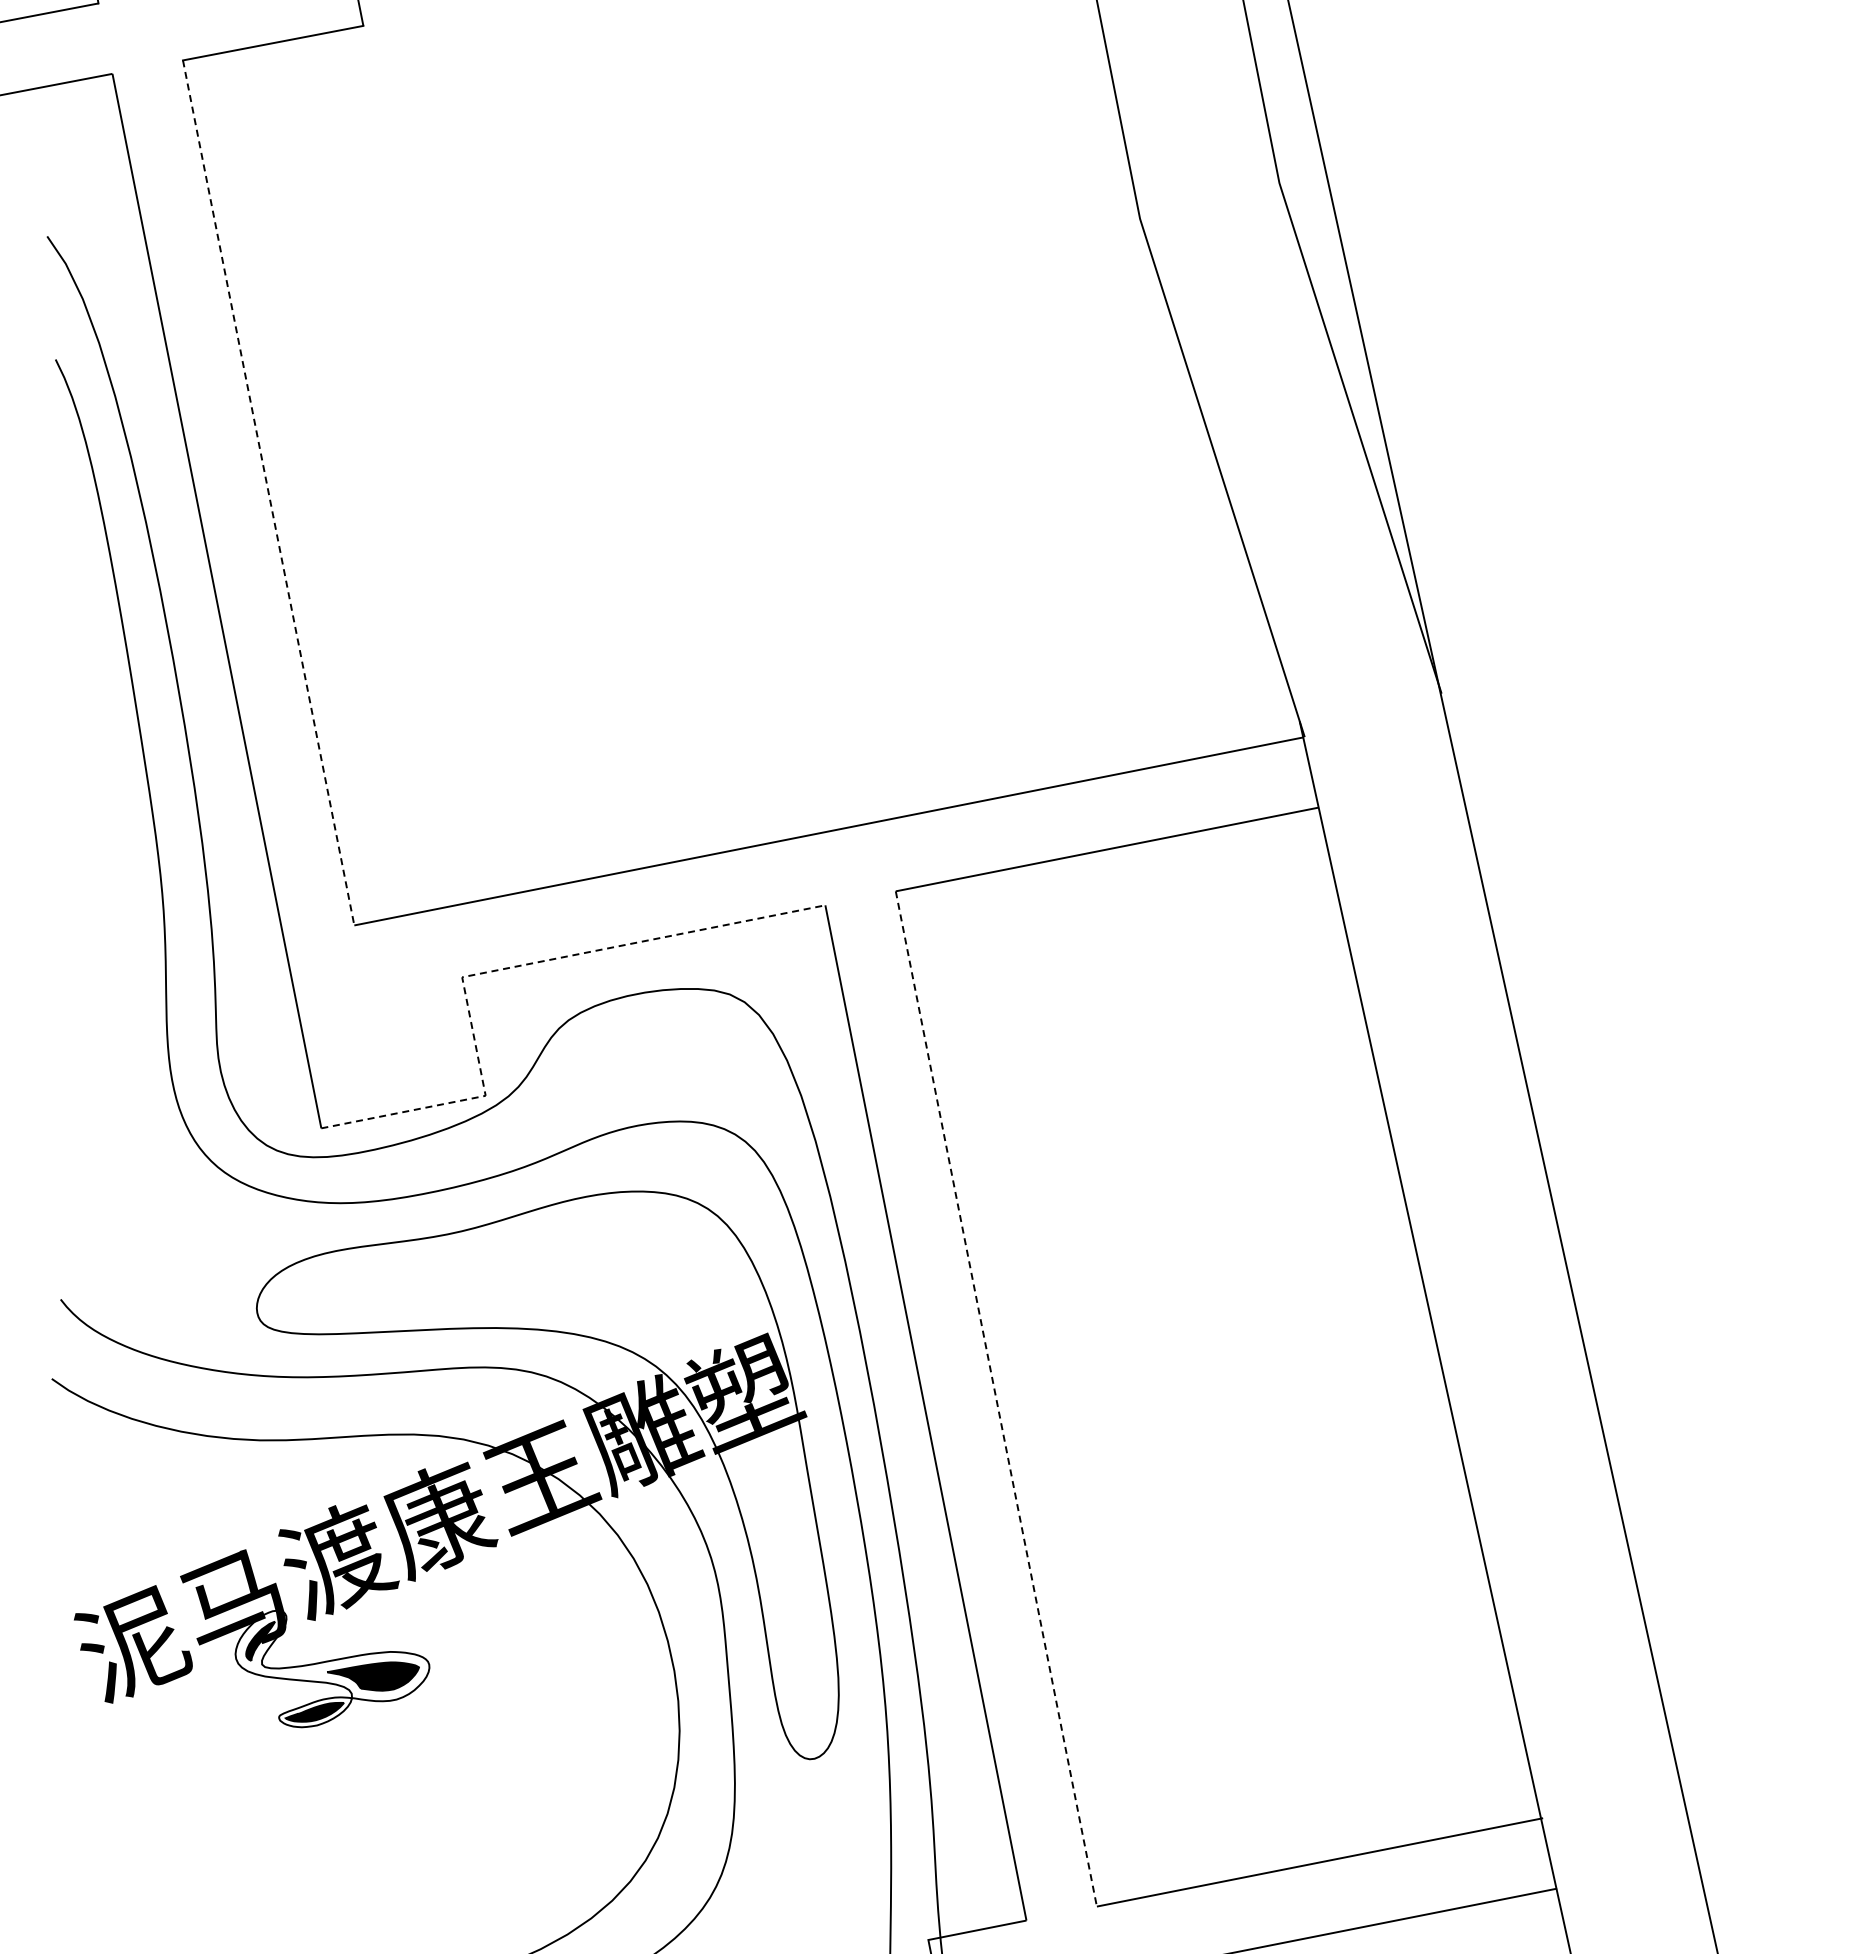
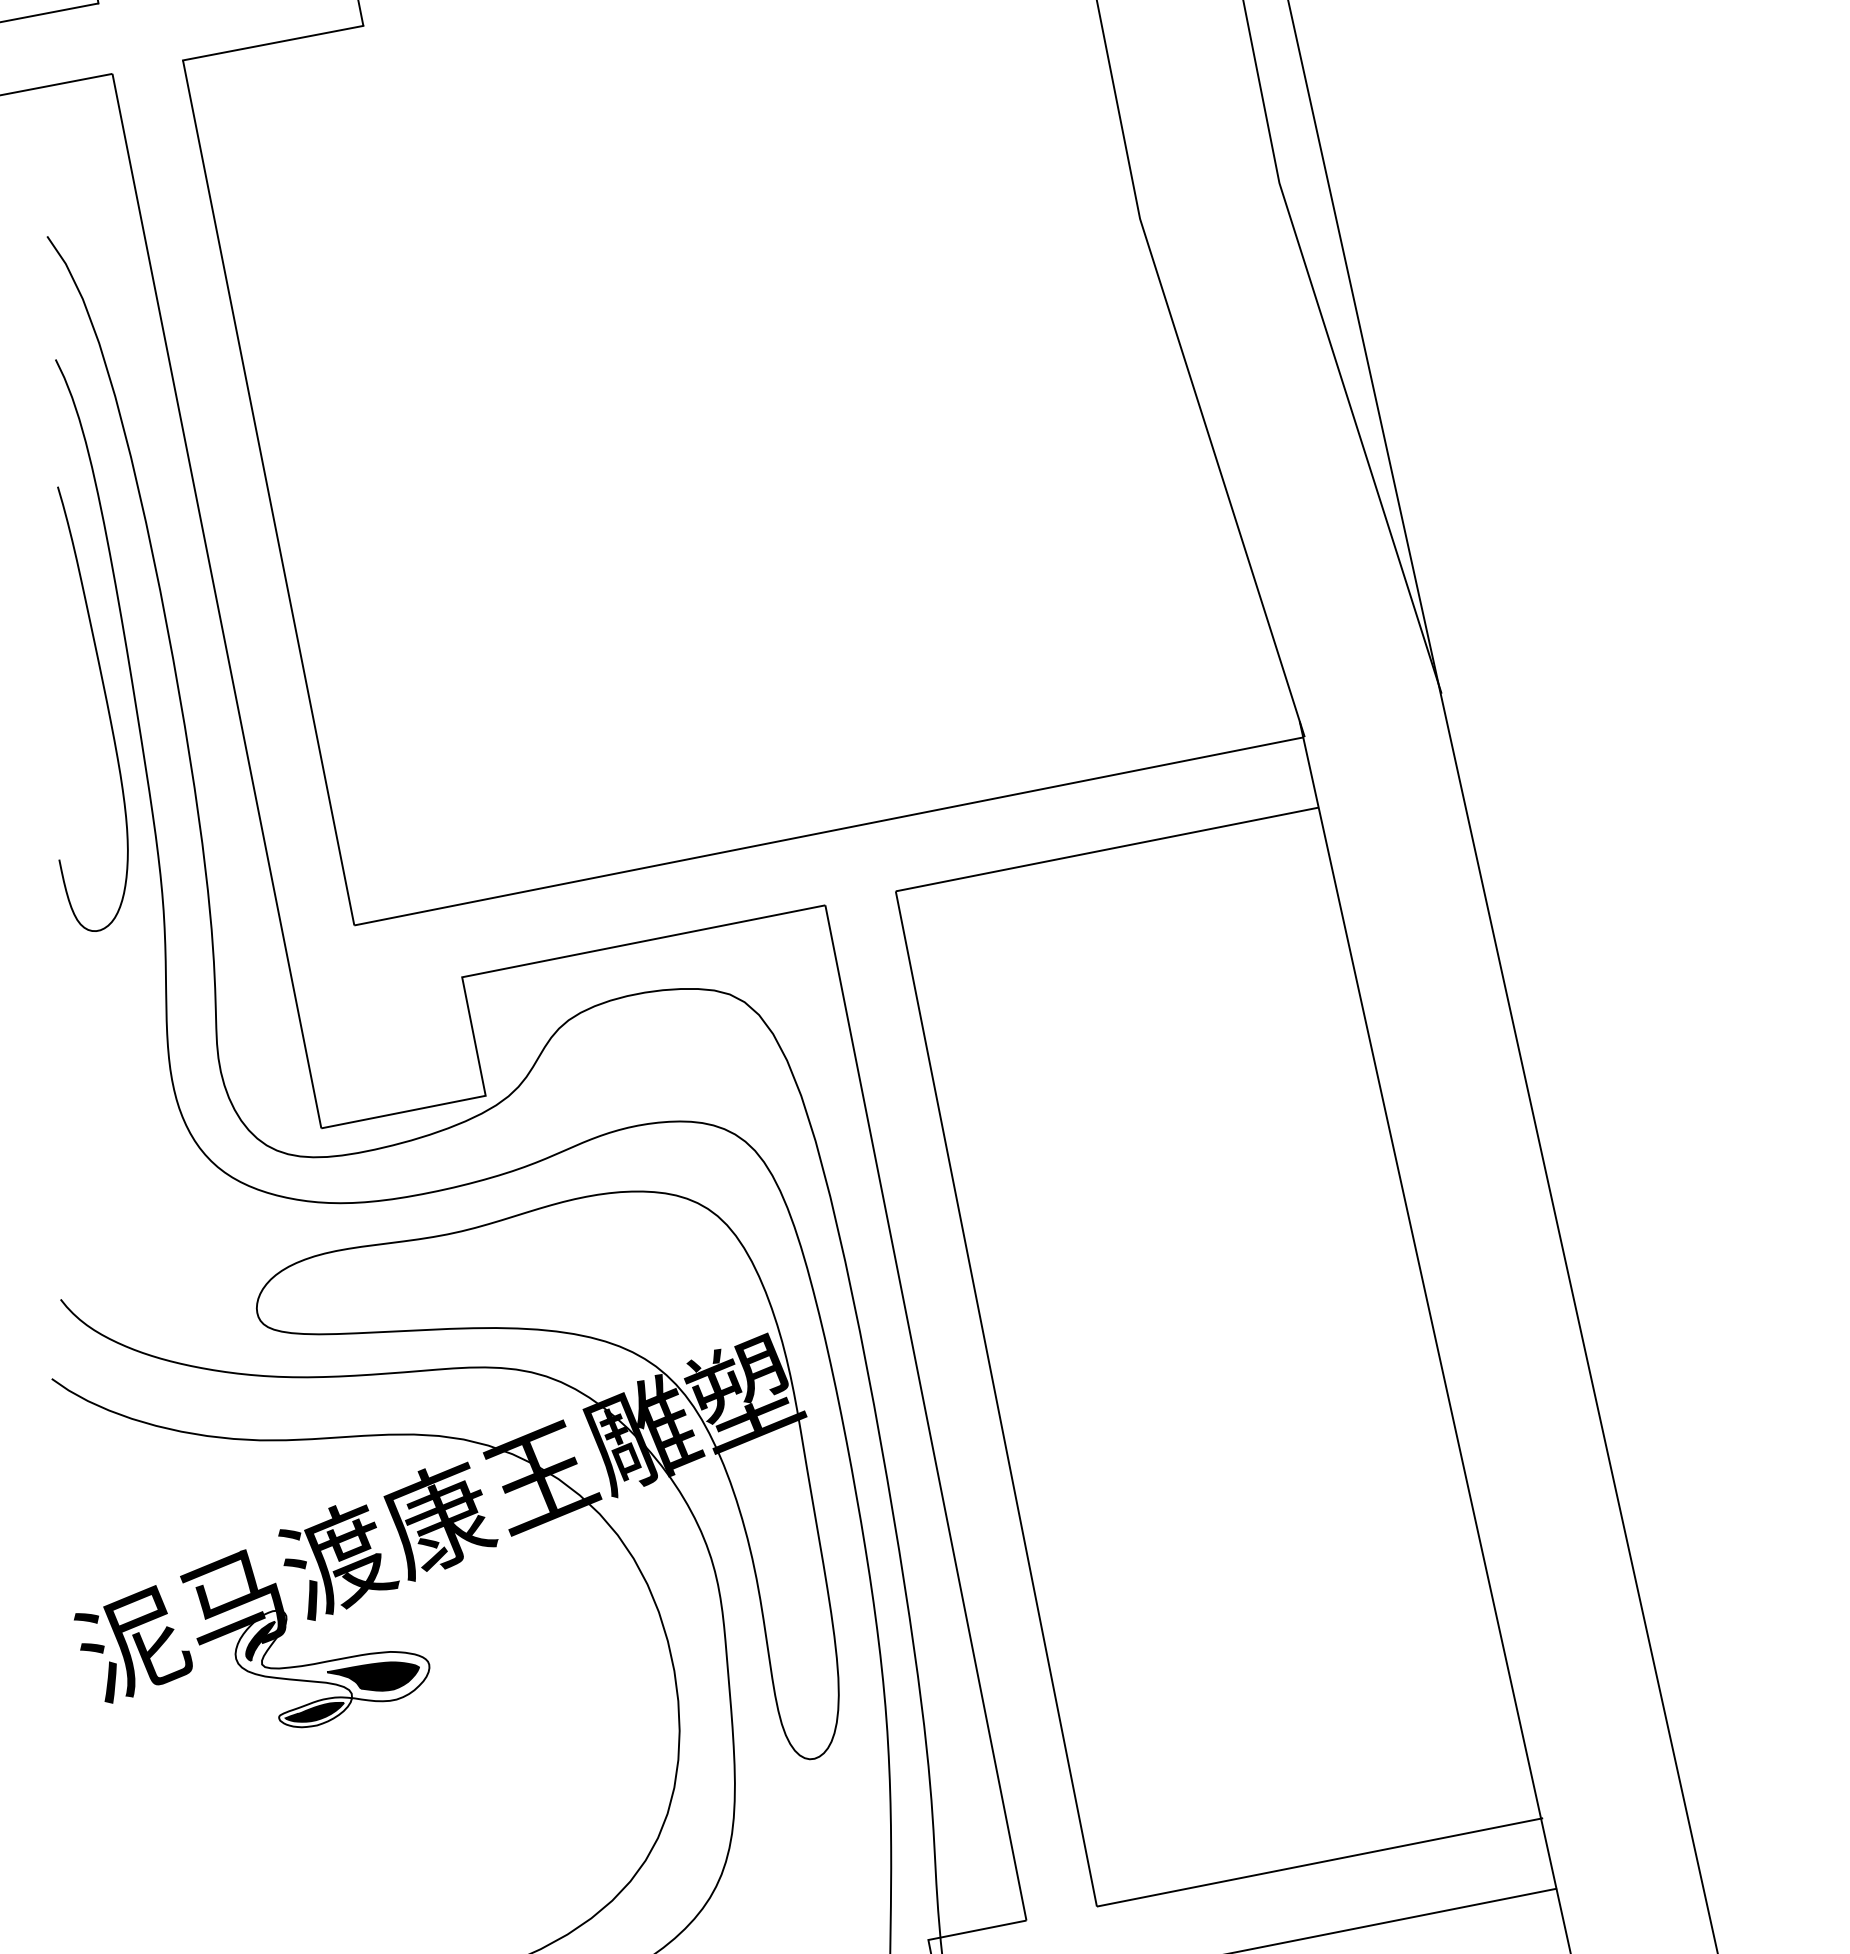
line at (268, 492): dashed -> solid
curve at (106, 705): none -> present
line at (501, 969): dashed -> solid
line at (996, 1399): dashed -> solid
